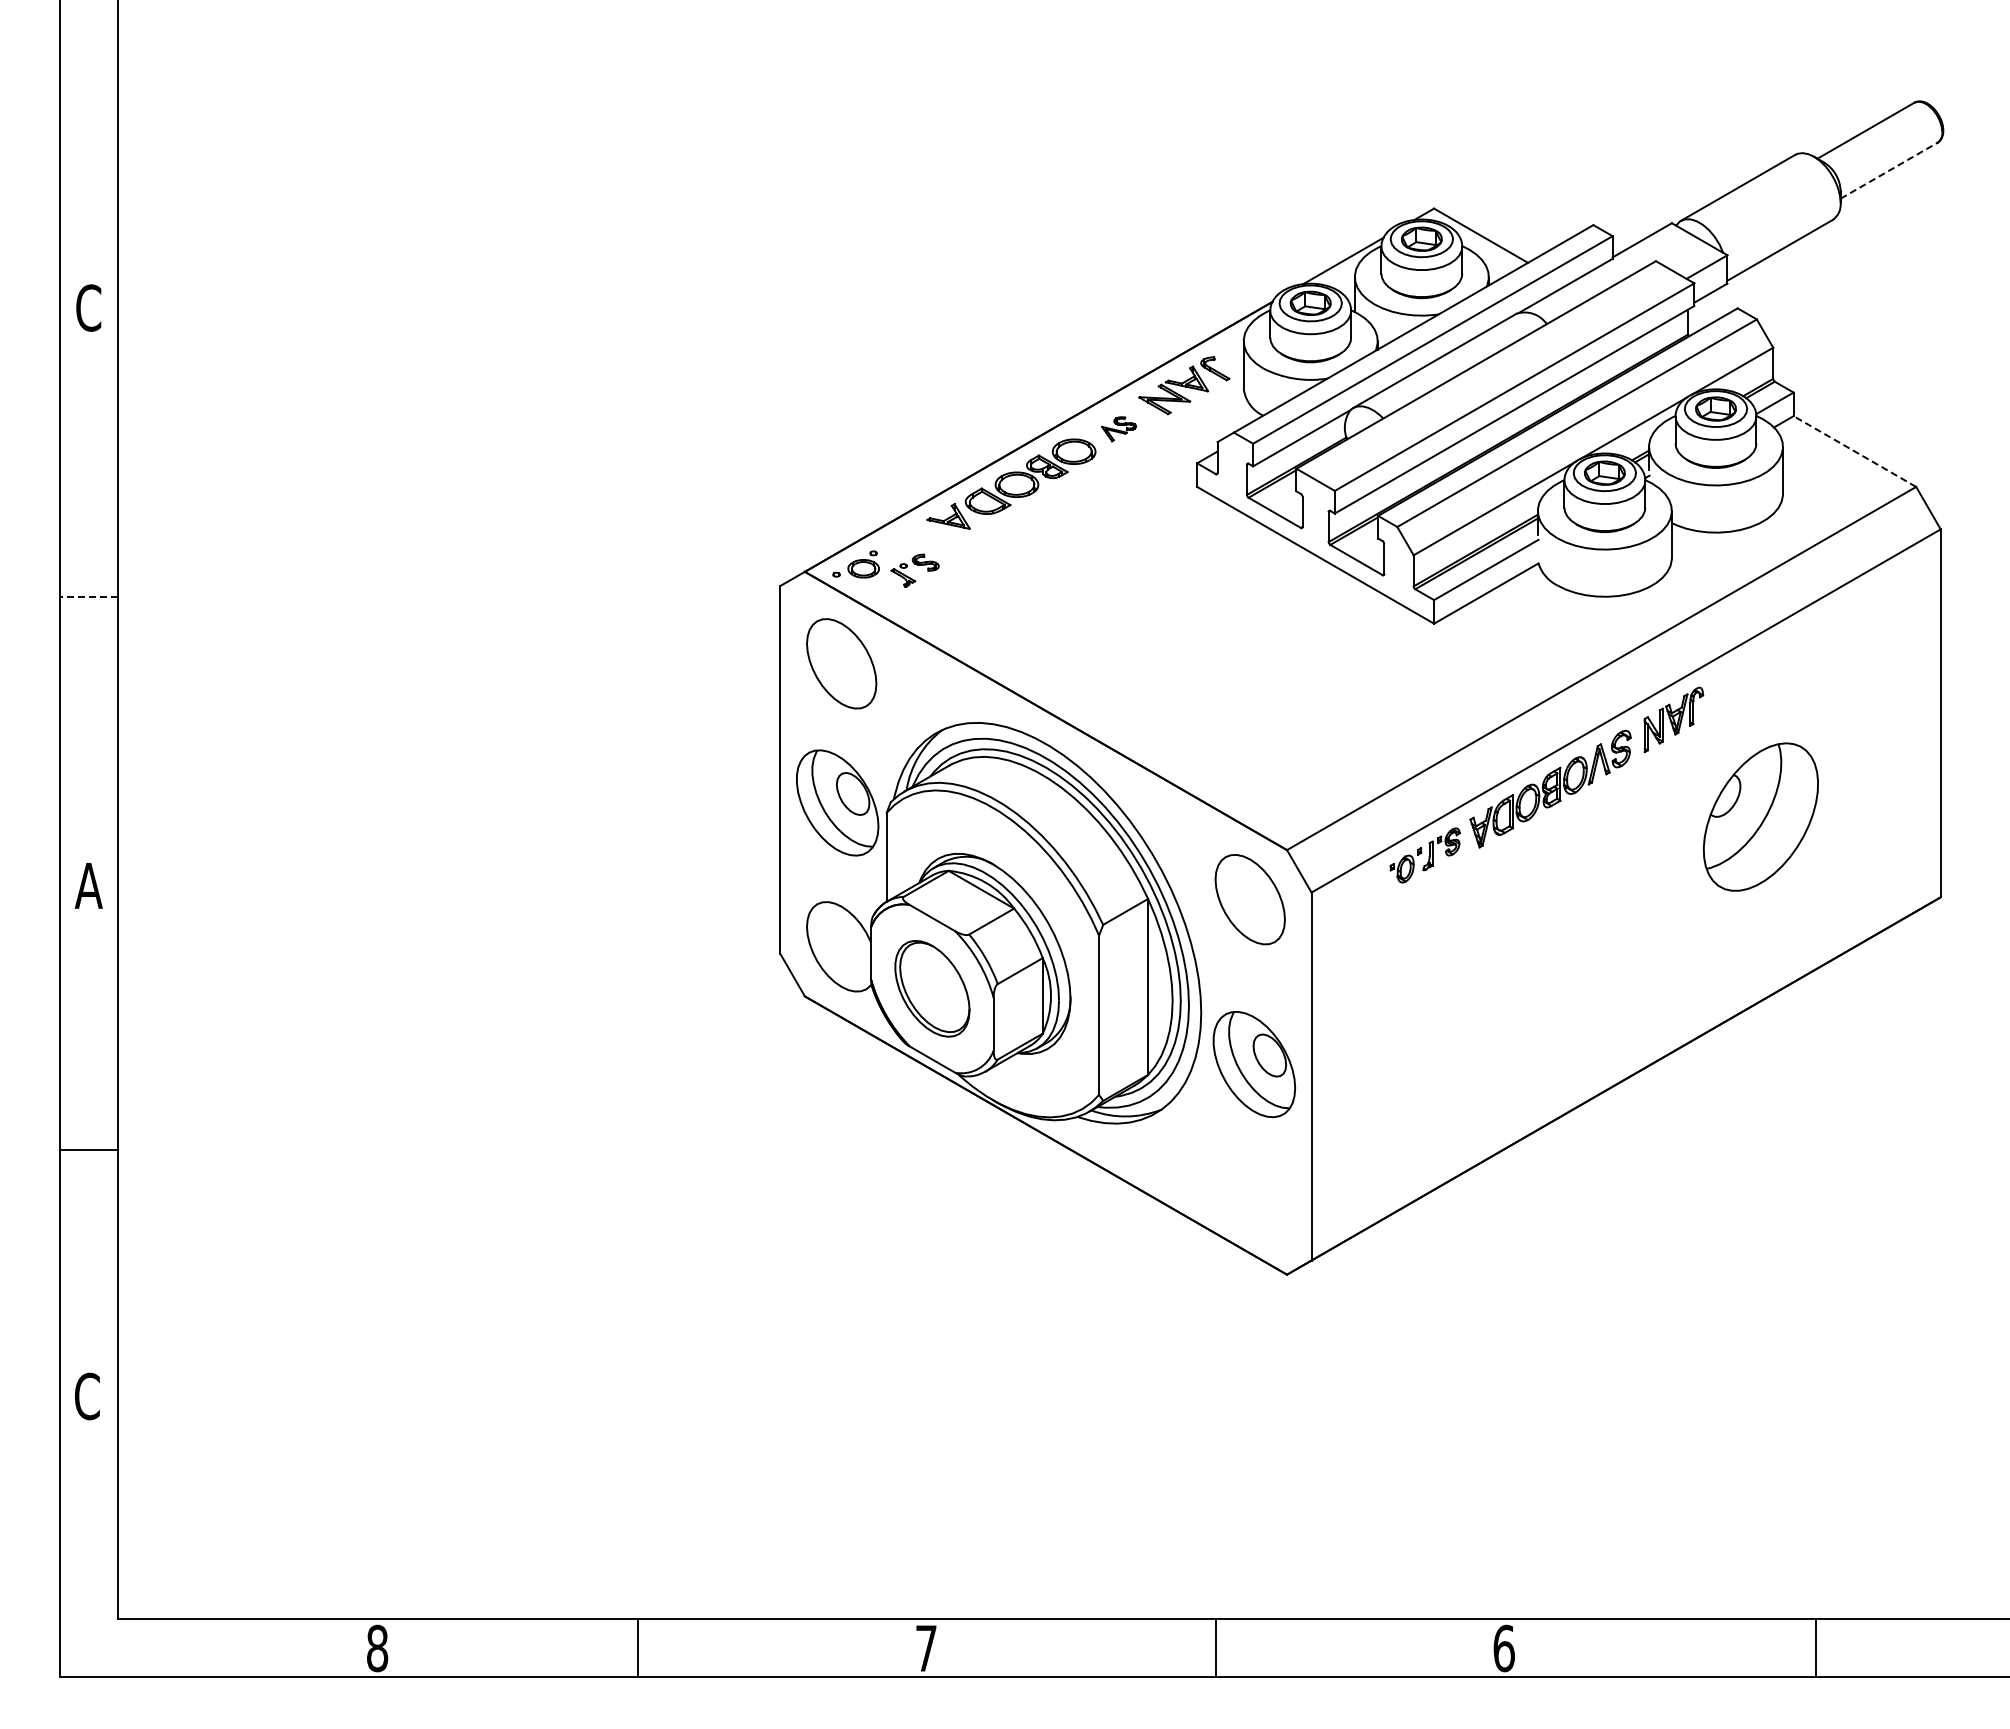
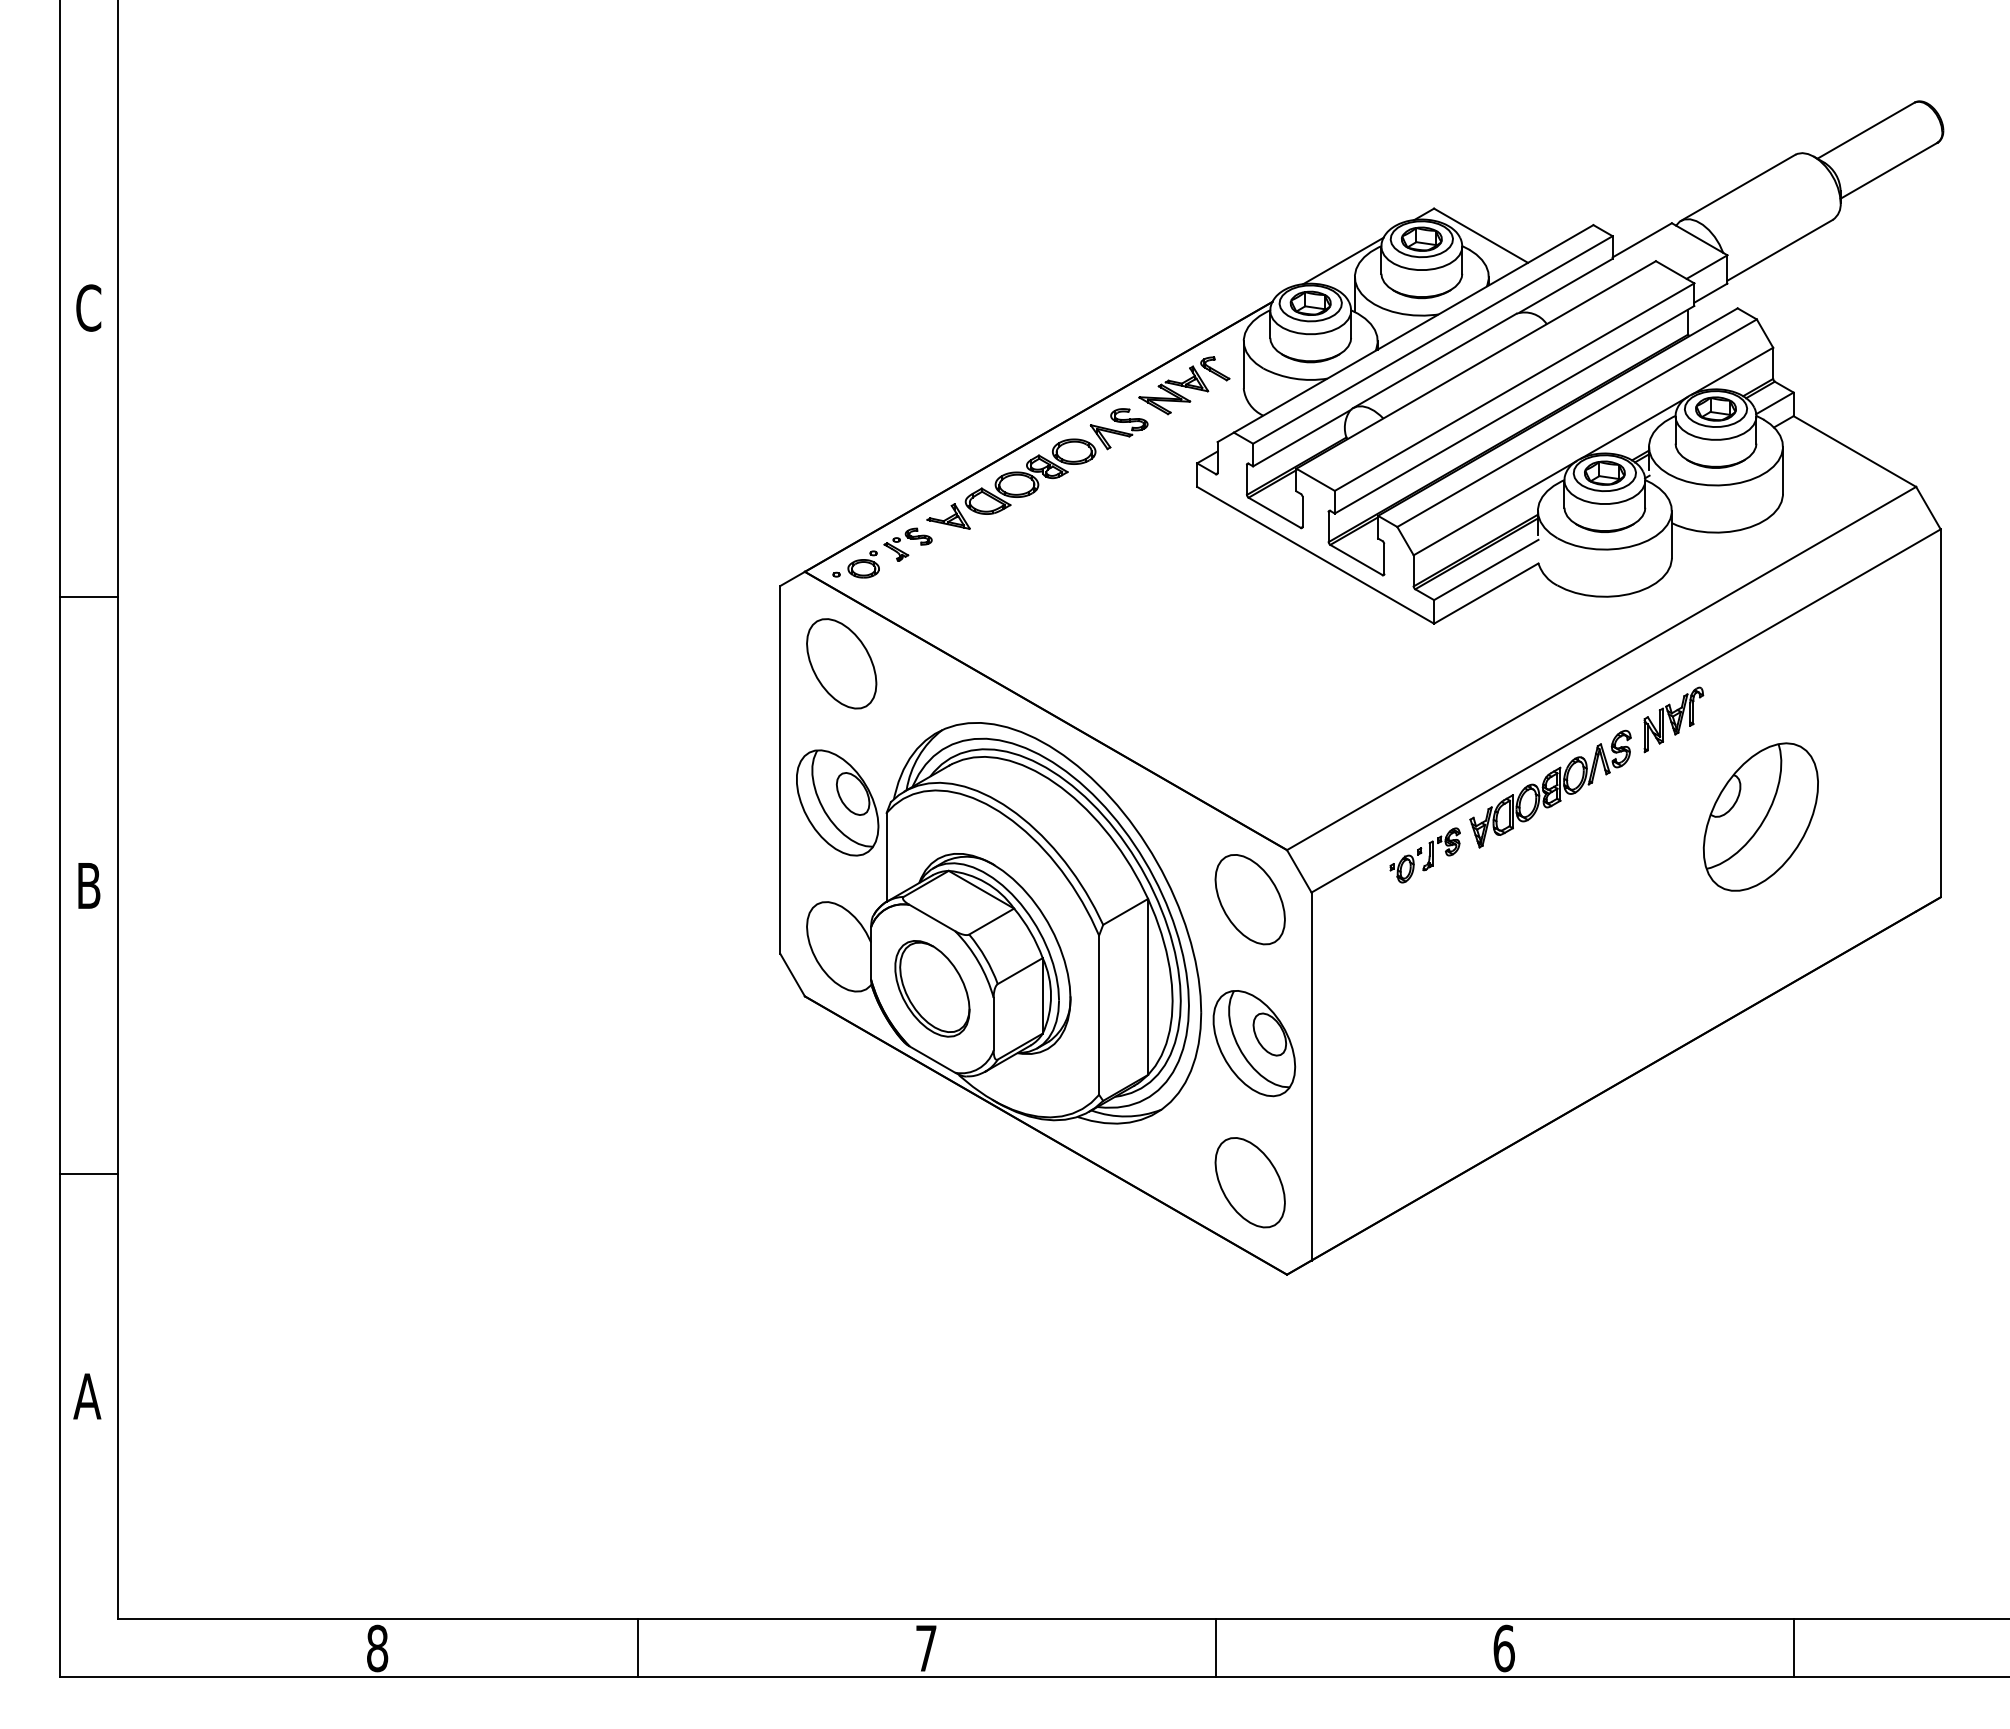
line at (1889, 170): dashed -> solid
part at (1119, 429) size: 37x27 px -> 60x43 px
line at (1854, 451): dashed -> solid
part at (914, 570) position: (914, 570) -> (907, 544)
line at (89, 596): dashed -> solid
text at (88, 885): A -> B
part at (1254, 1064) position: (1254, 1064) -> (1254, 1043)
line at (89, 1150) position: (89, 1150) -> (89, 1174)
part at (1249, 1182): none -> present
text at (87, 1396): C -> A
line at (1815, 1648) position: (1815, 1648) -> (1793, 1648)
